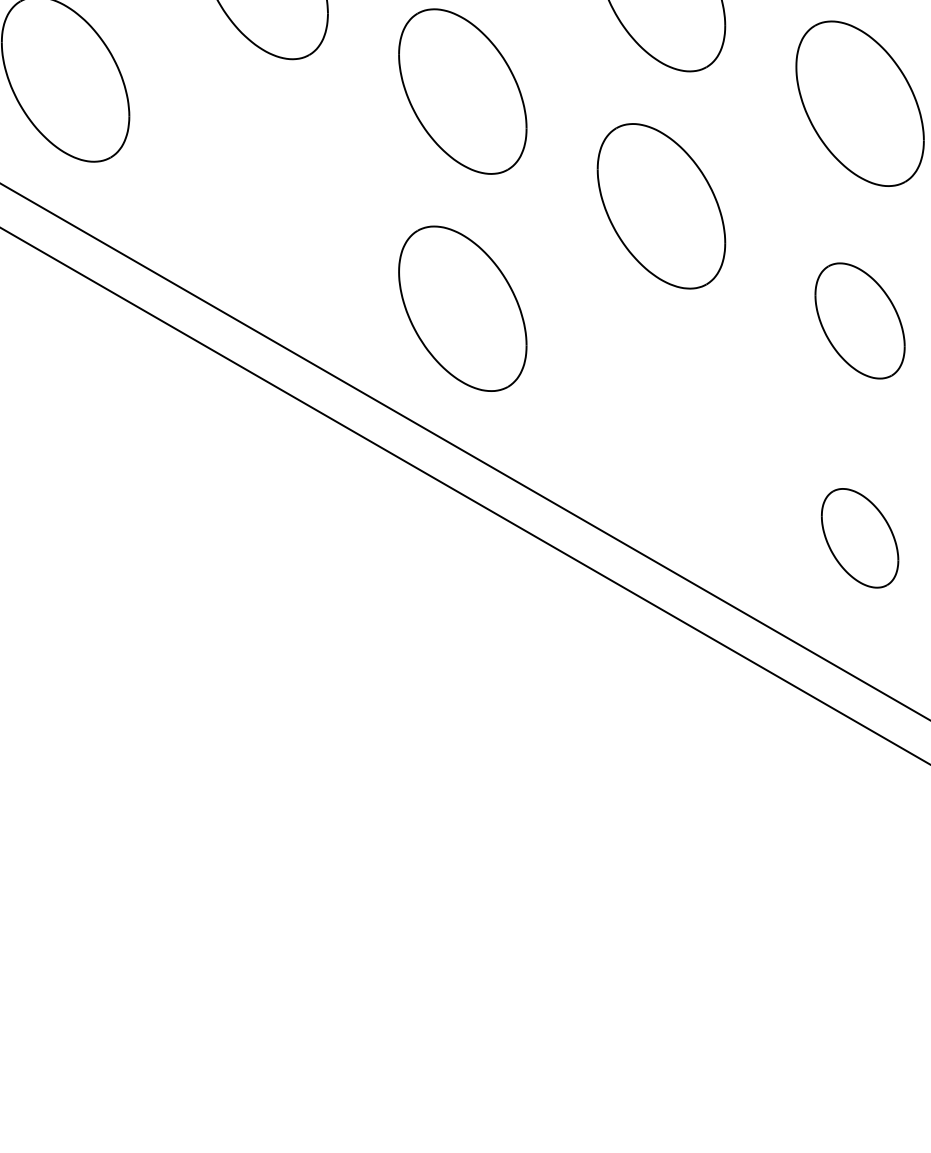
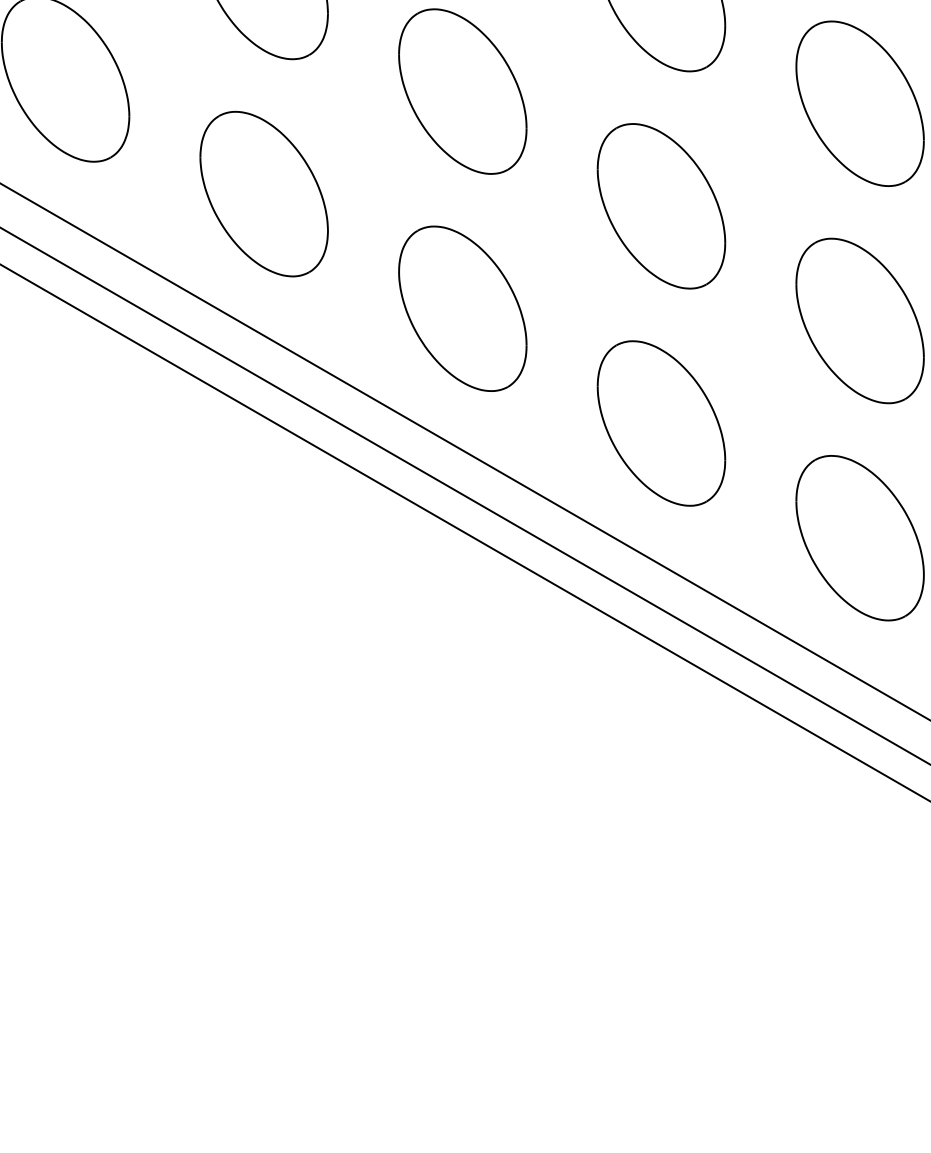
part at (263, 193): none -> present
part at (859, 320) size: 92x118 px -> 130x168 px
part at (661, 423): none -> present
line at (464, 532): none -> present
part at (860, 538) size: 79x101 px -> 130x167 px
